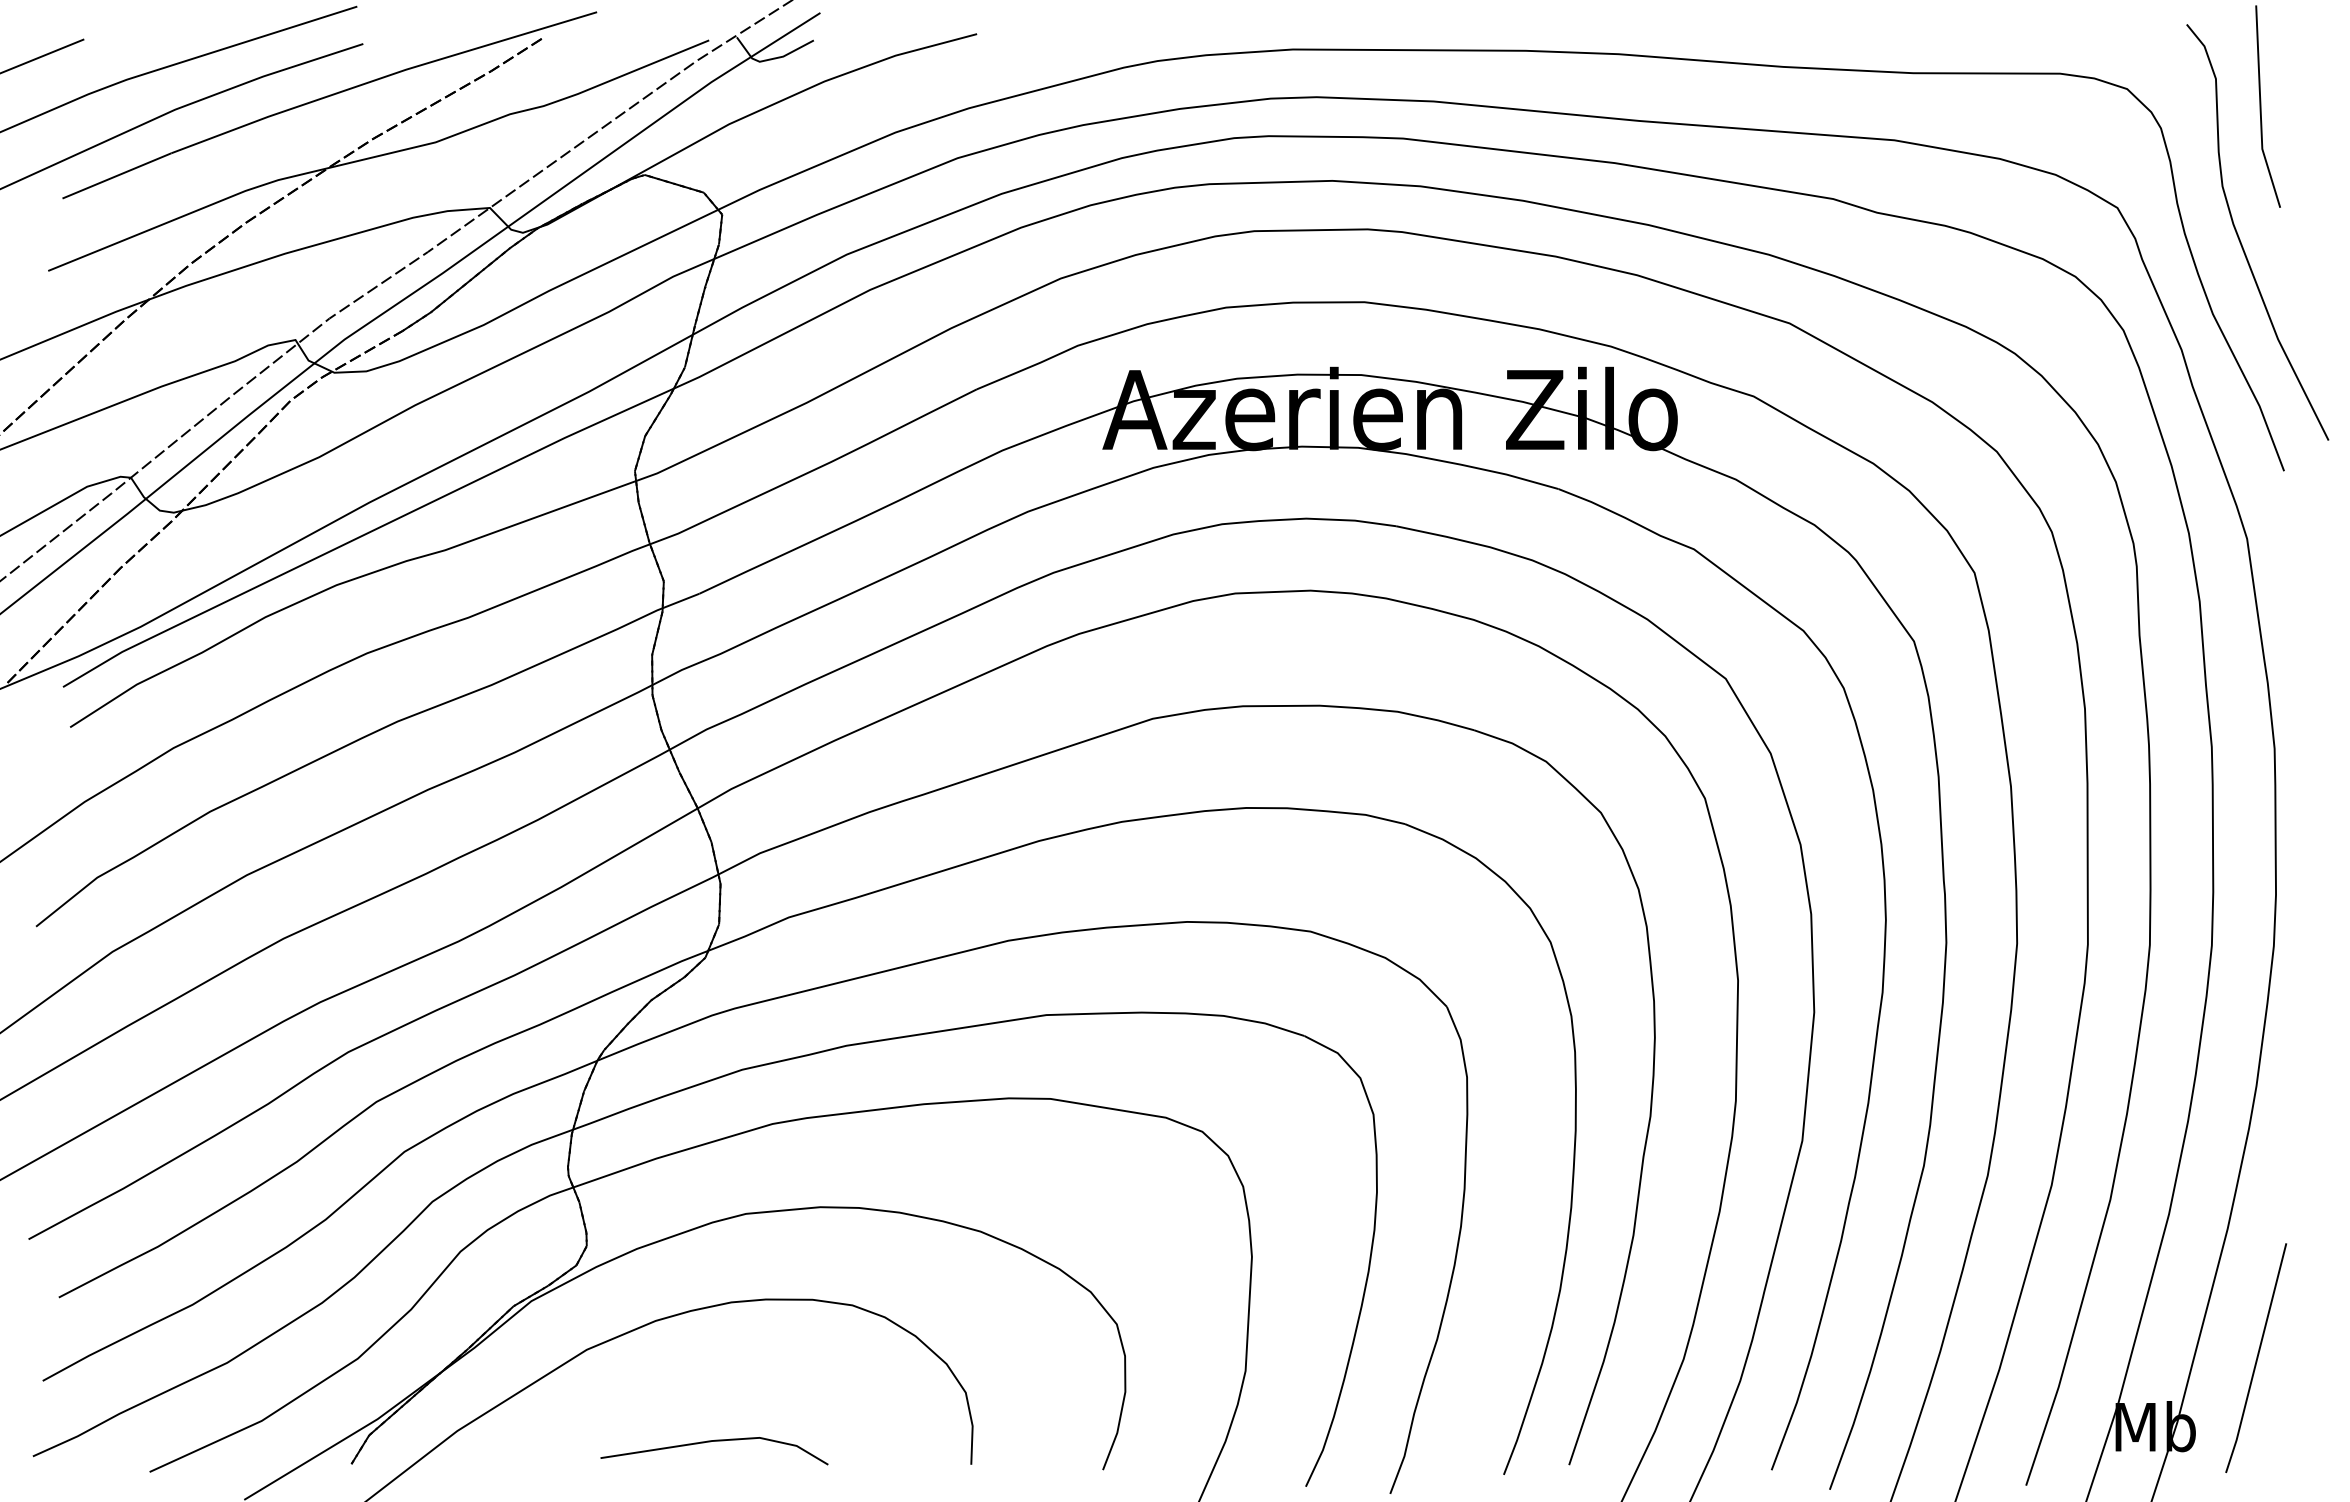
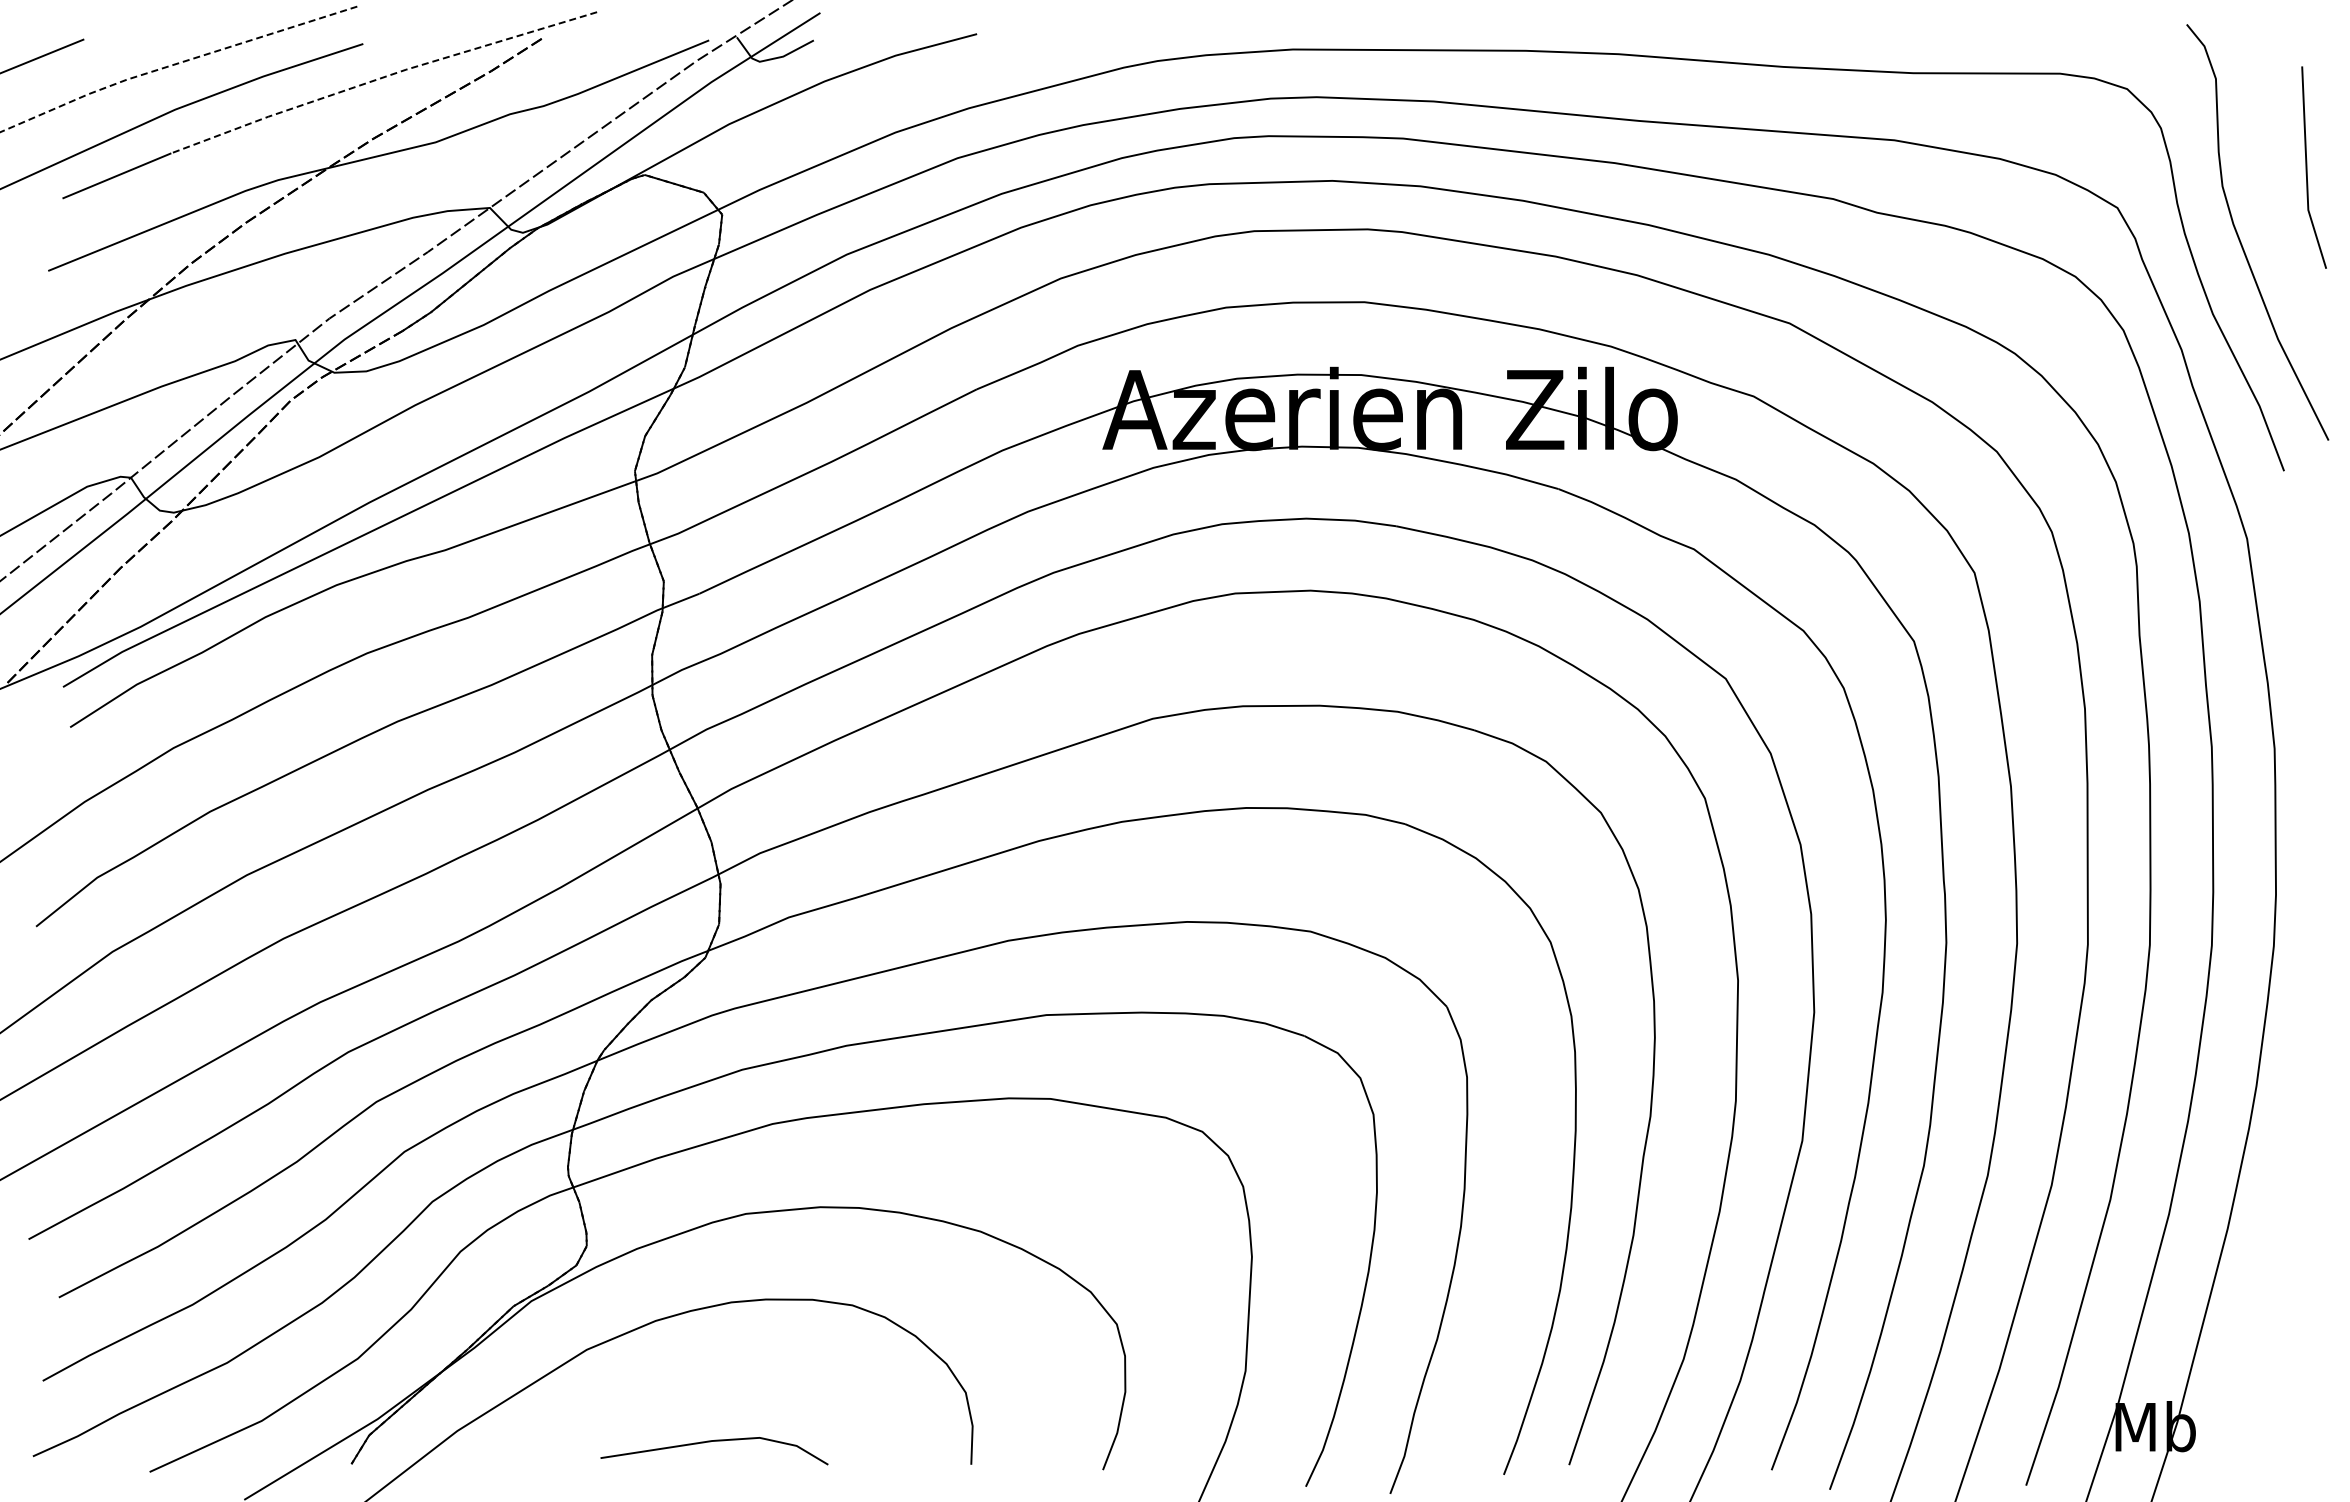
line at (175, 64): solid -> dashed
line at (382, 77): solid -> dashed
line at (2261, 106) position: (2261, 106) -> (2307, 167)
line at (2256, 1357): present -> none
